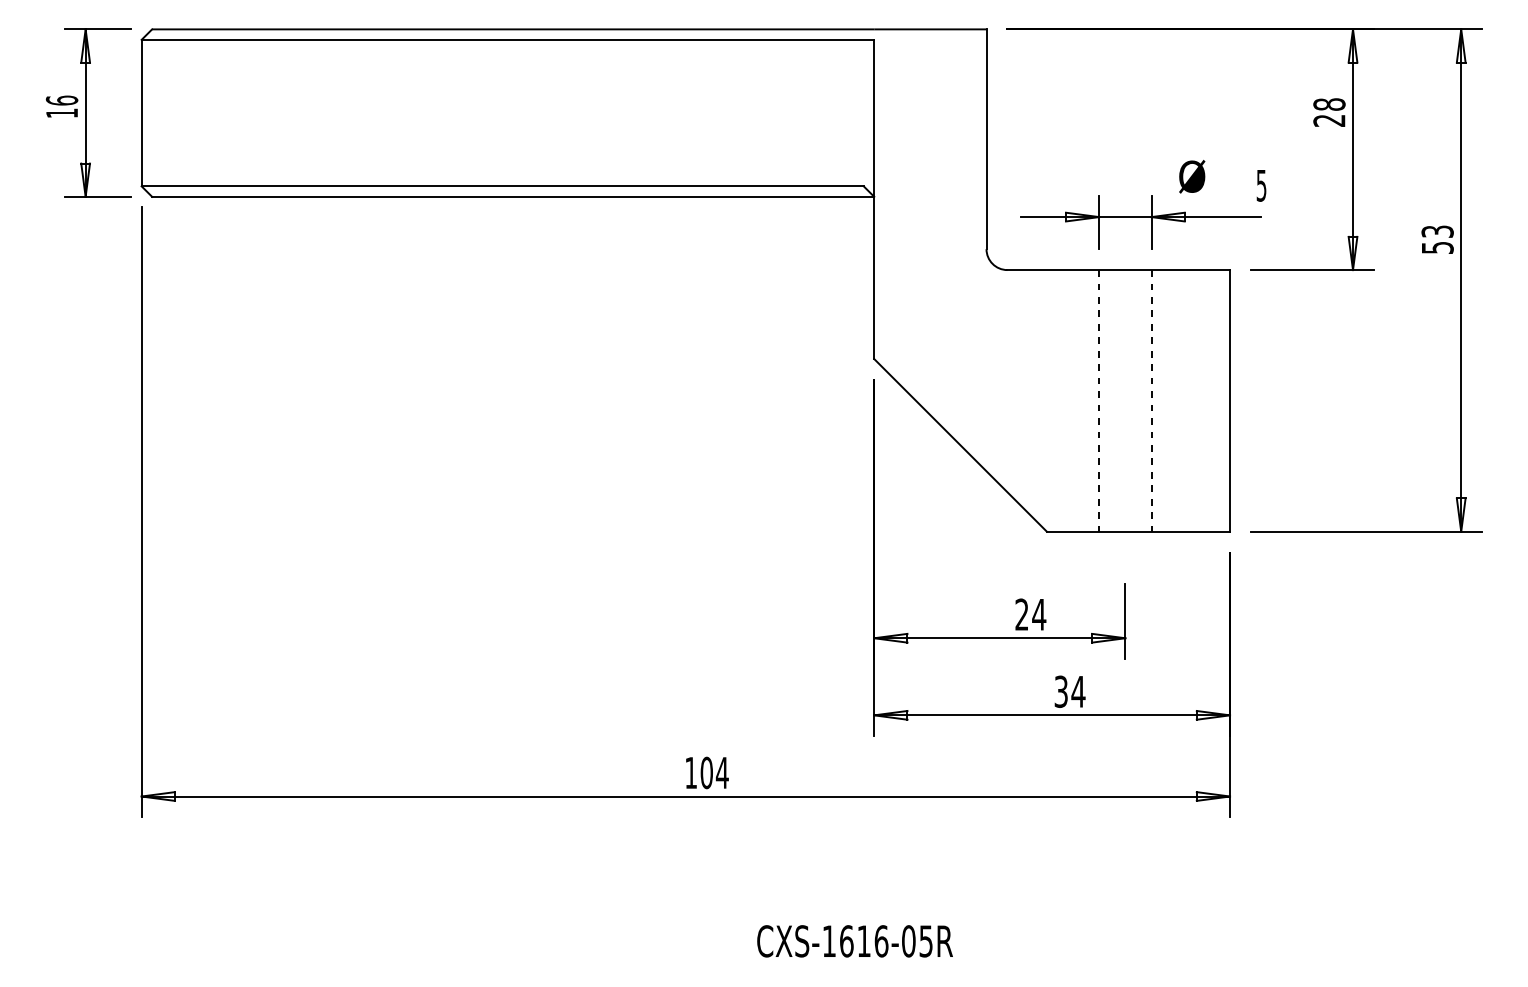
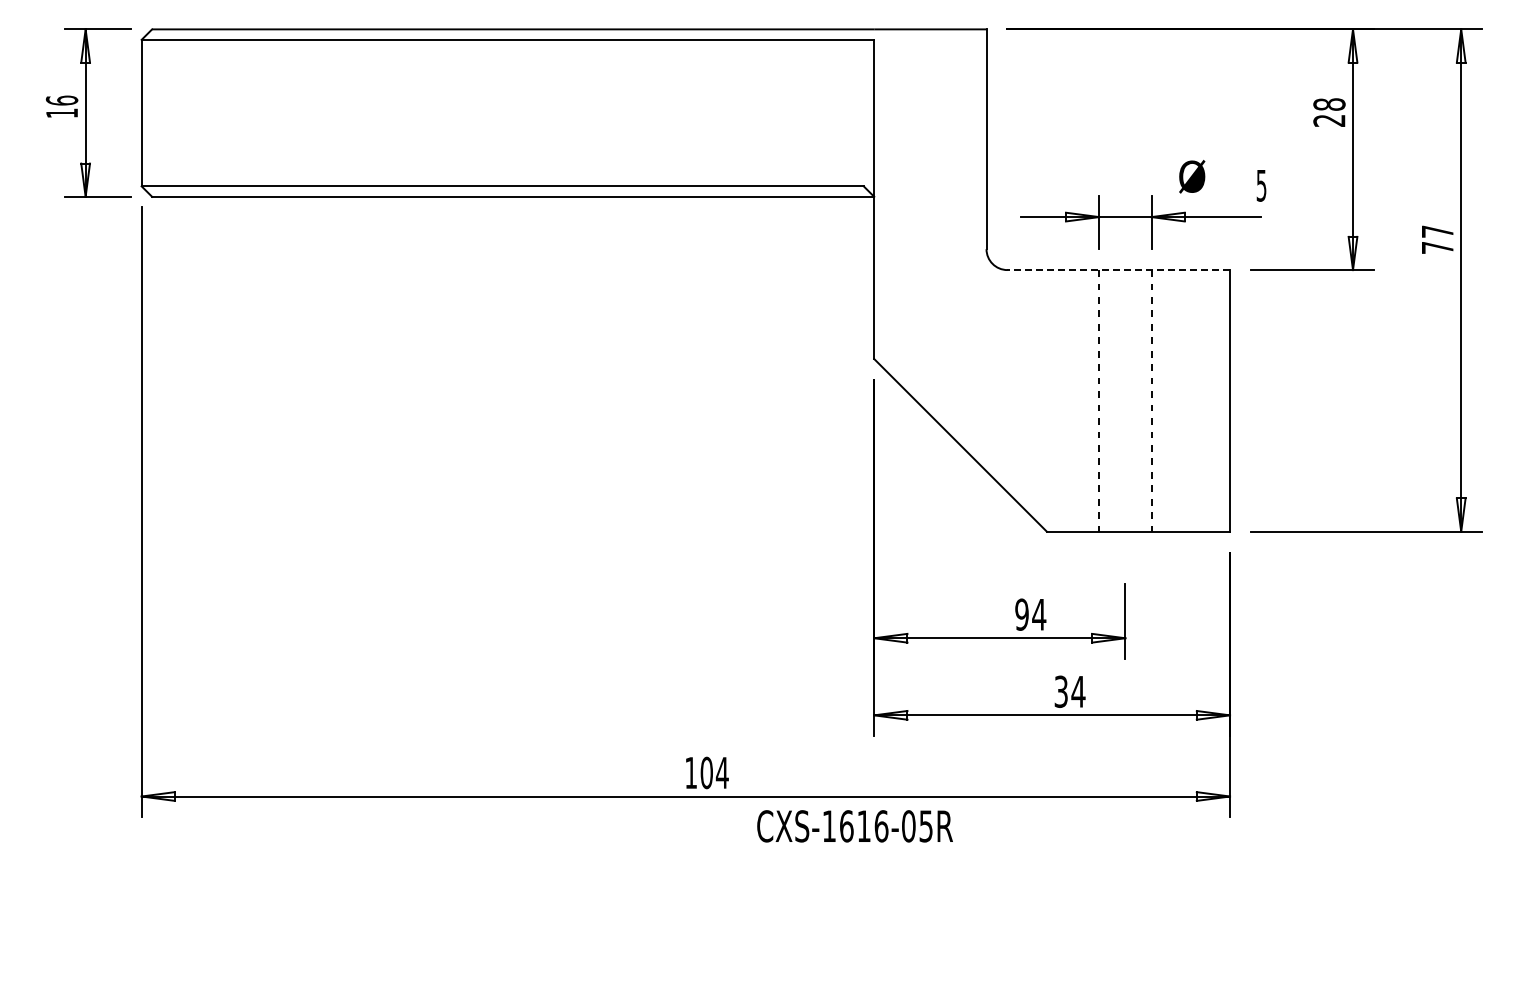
text at (1437, 239): 53 -> 77
line at (1118, 270): solid -> dashed
text at (1021, 614): 24 -> 94
text at (854, 941) position: (854, 941) -> (854, 826)
